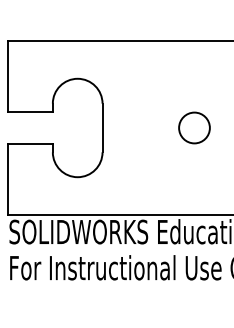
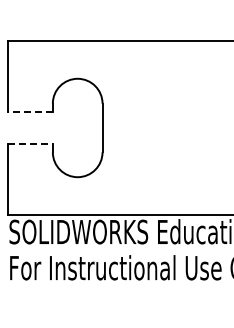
line at (29, 112): solid -> dashed
circle at (194, 127): present -> none
line at (30, 143): solid -> dashed
